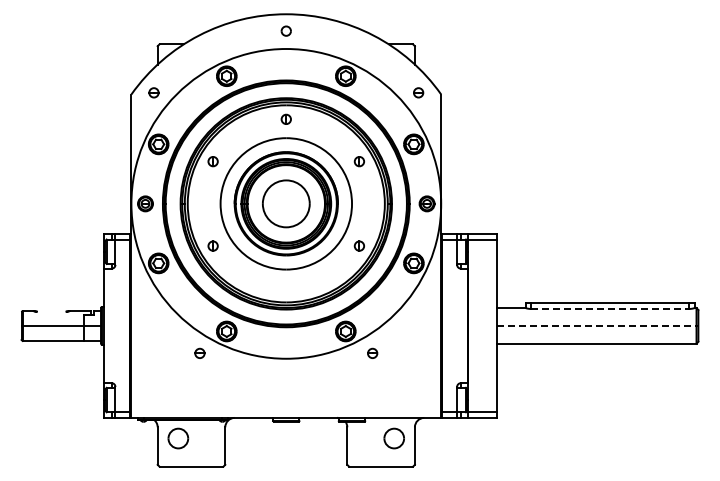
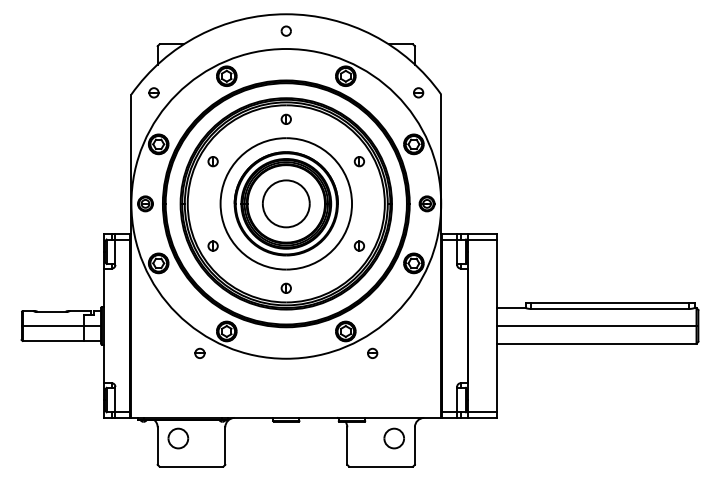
part at (285, 287): none -> present
line at (610, 309): dashed -> solid
line at (51, 311): none -> present
line at (596, 325): dashed -> solid
